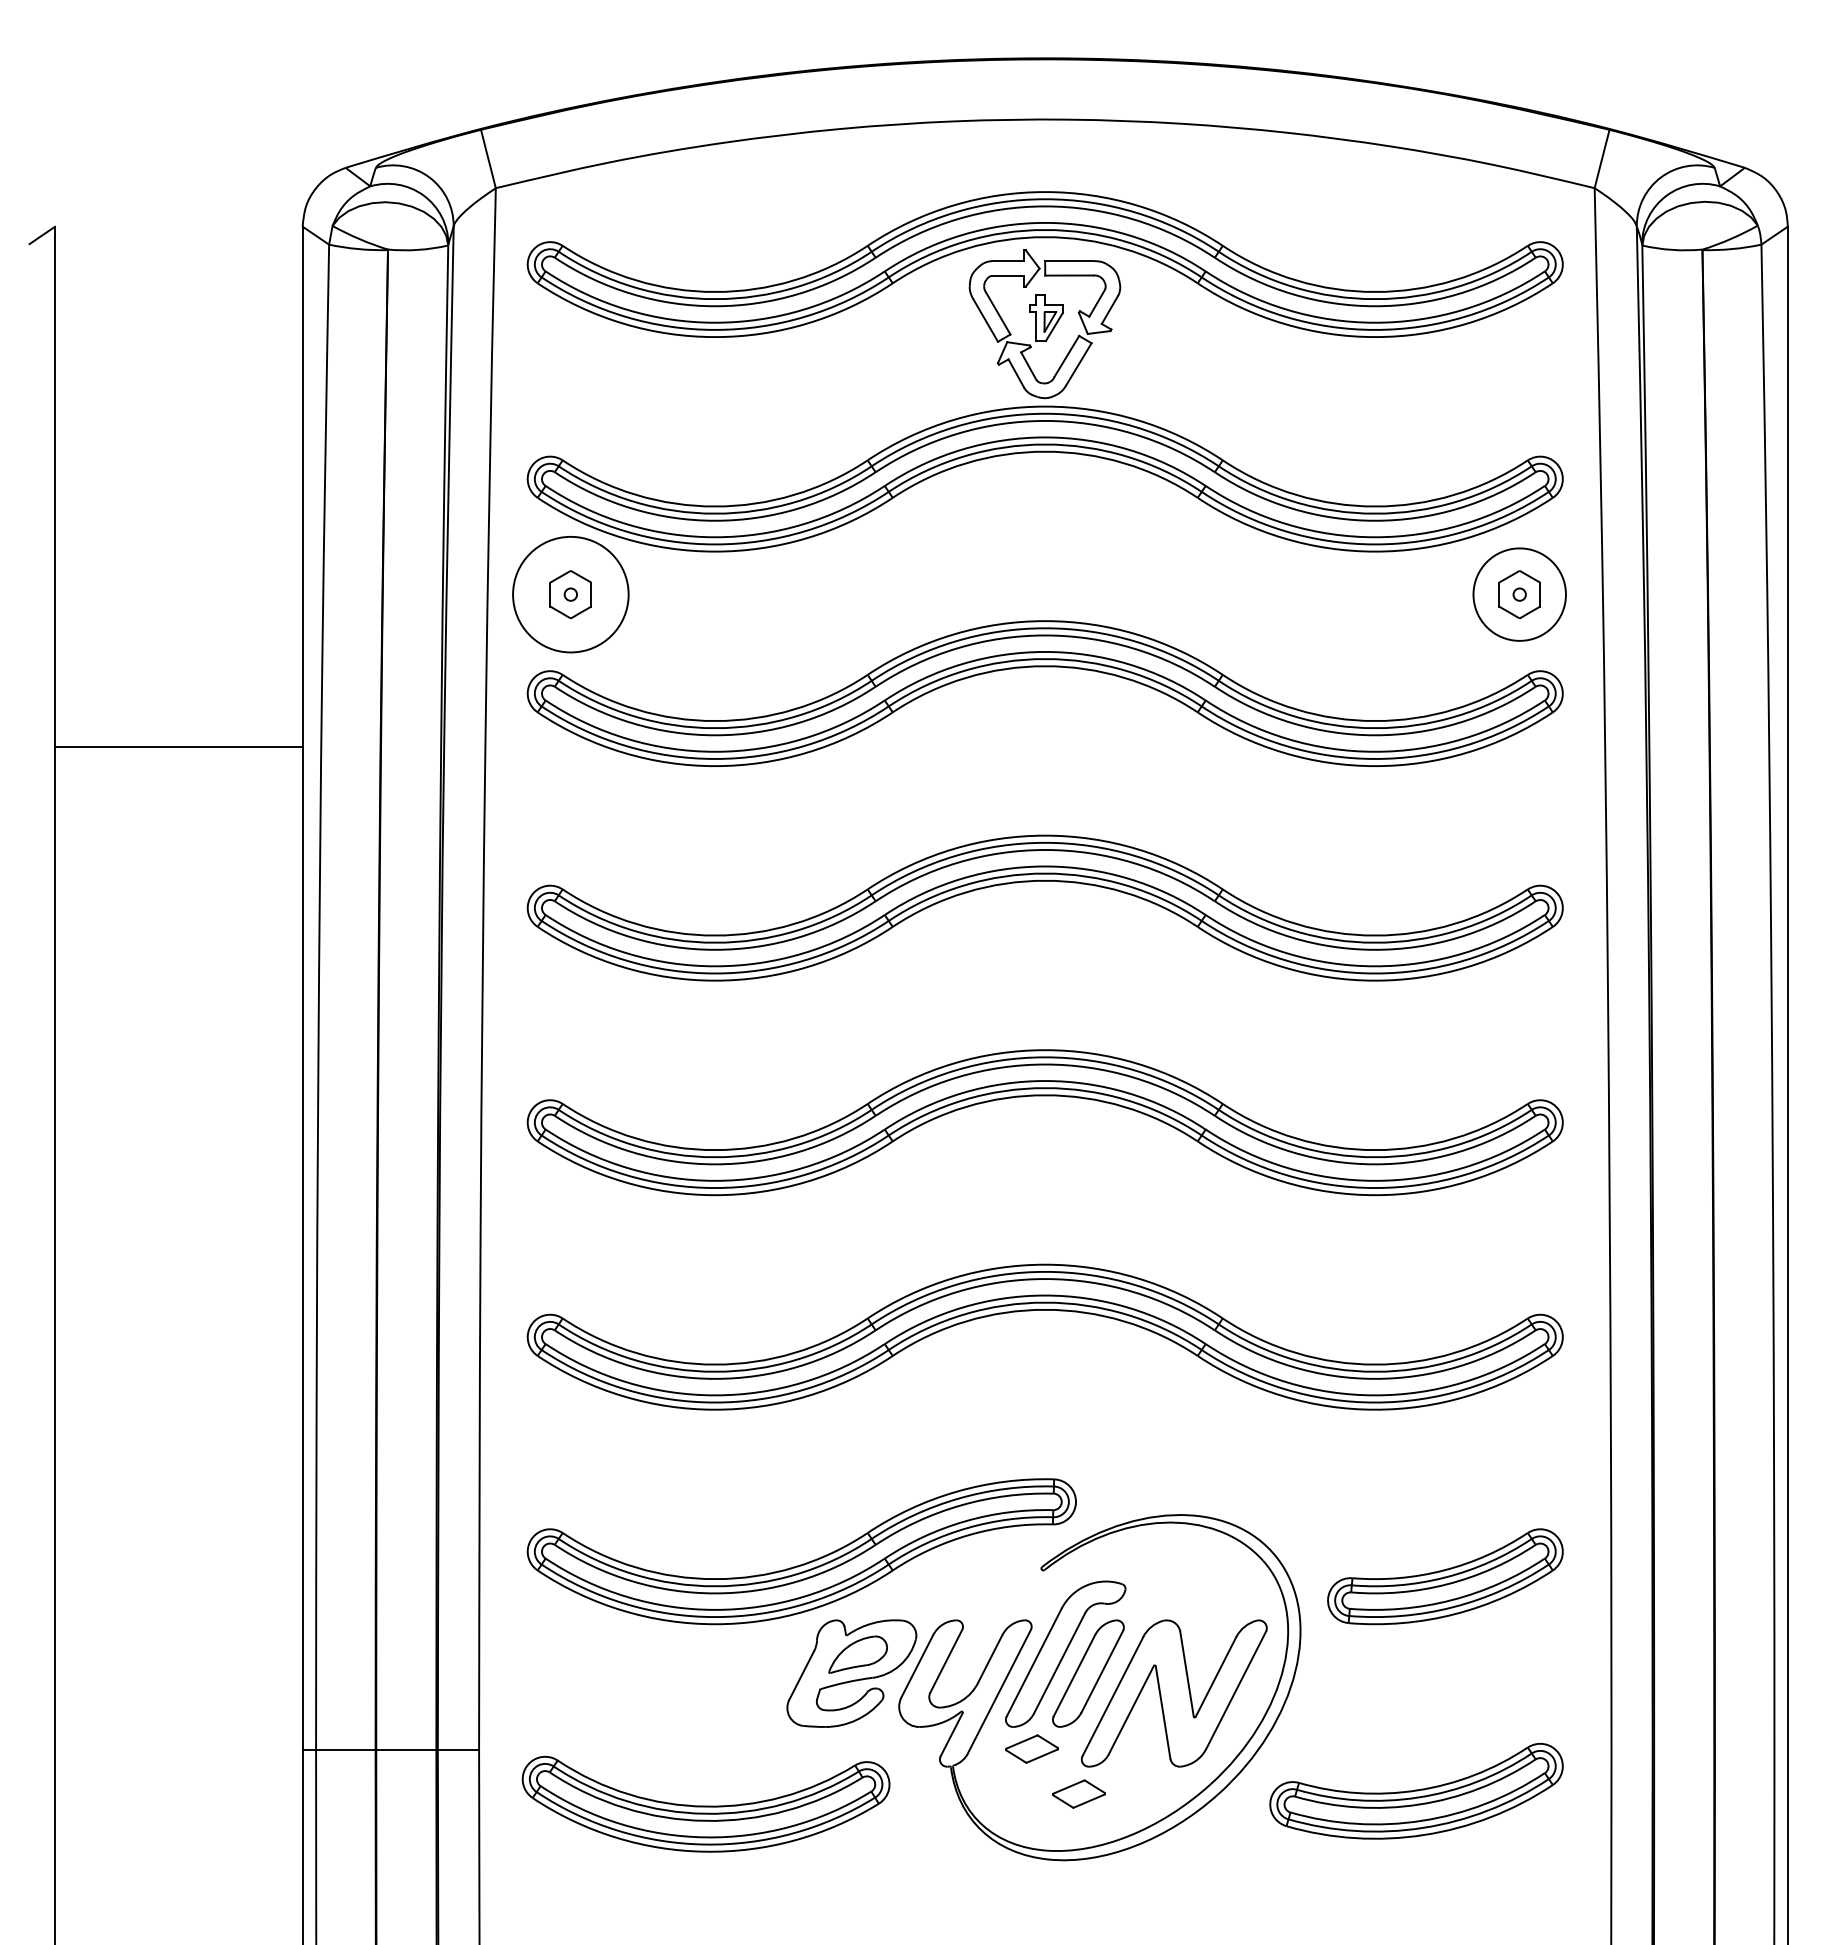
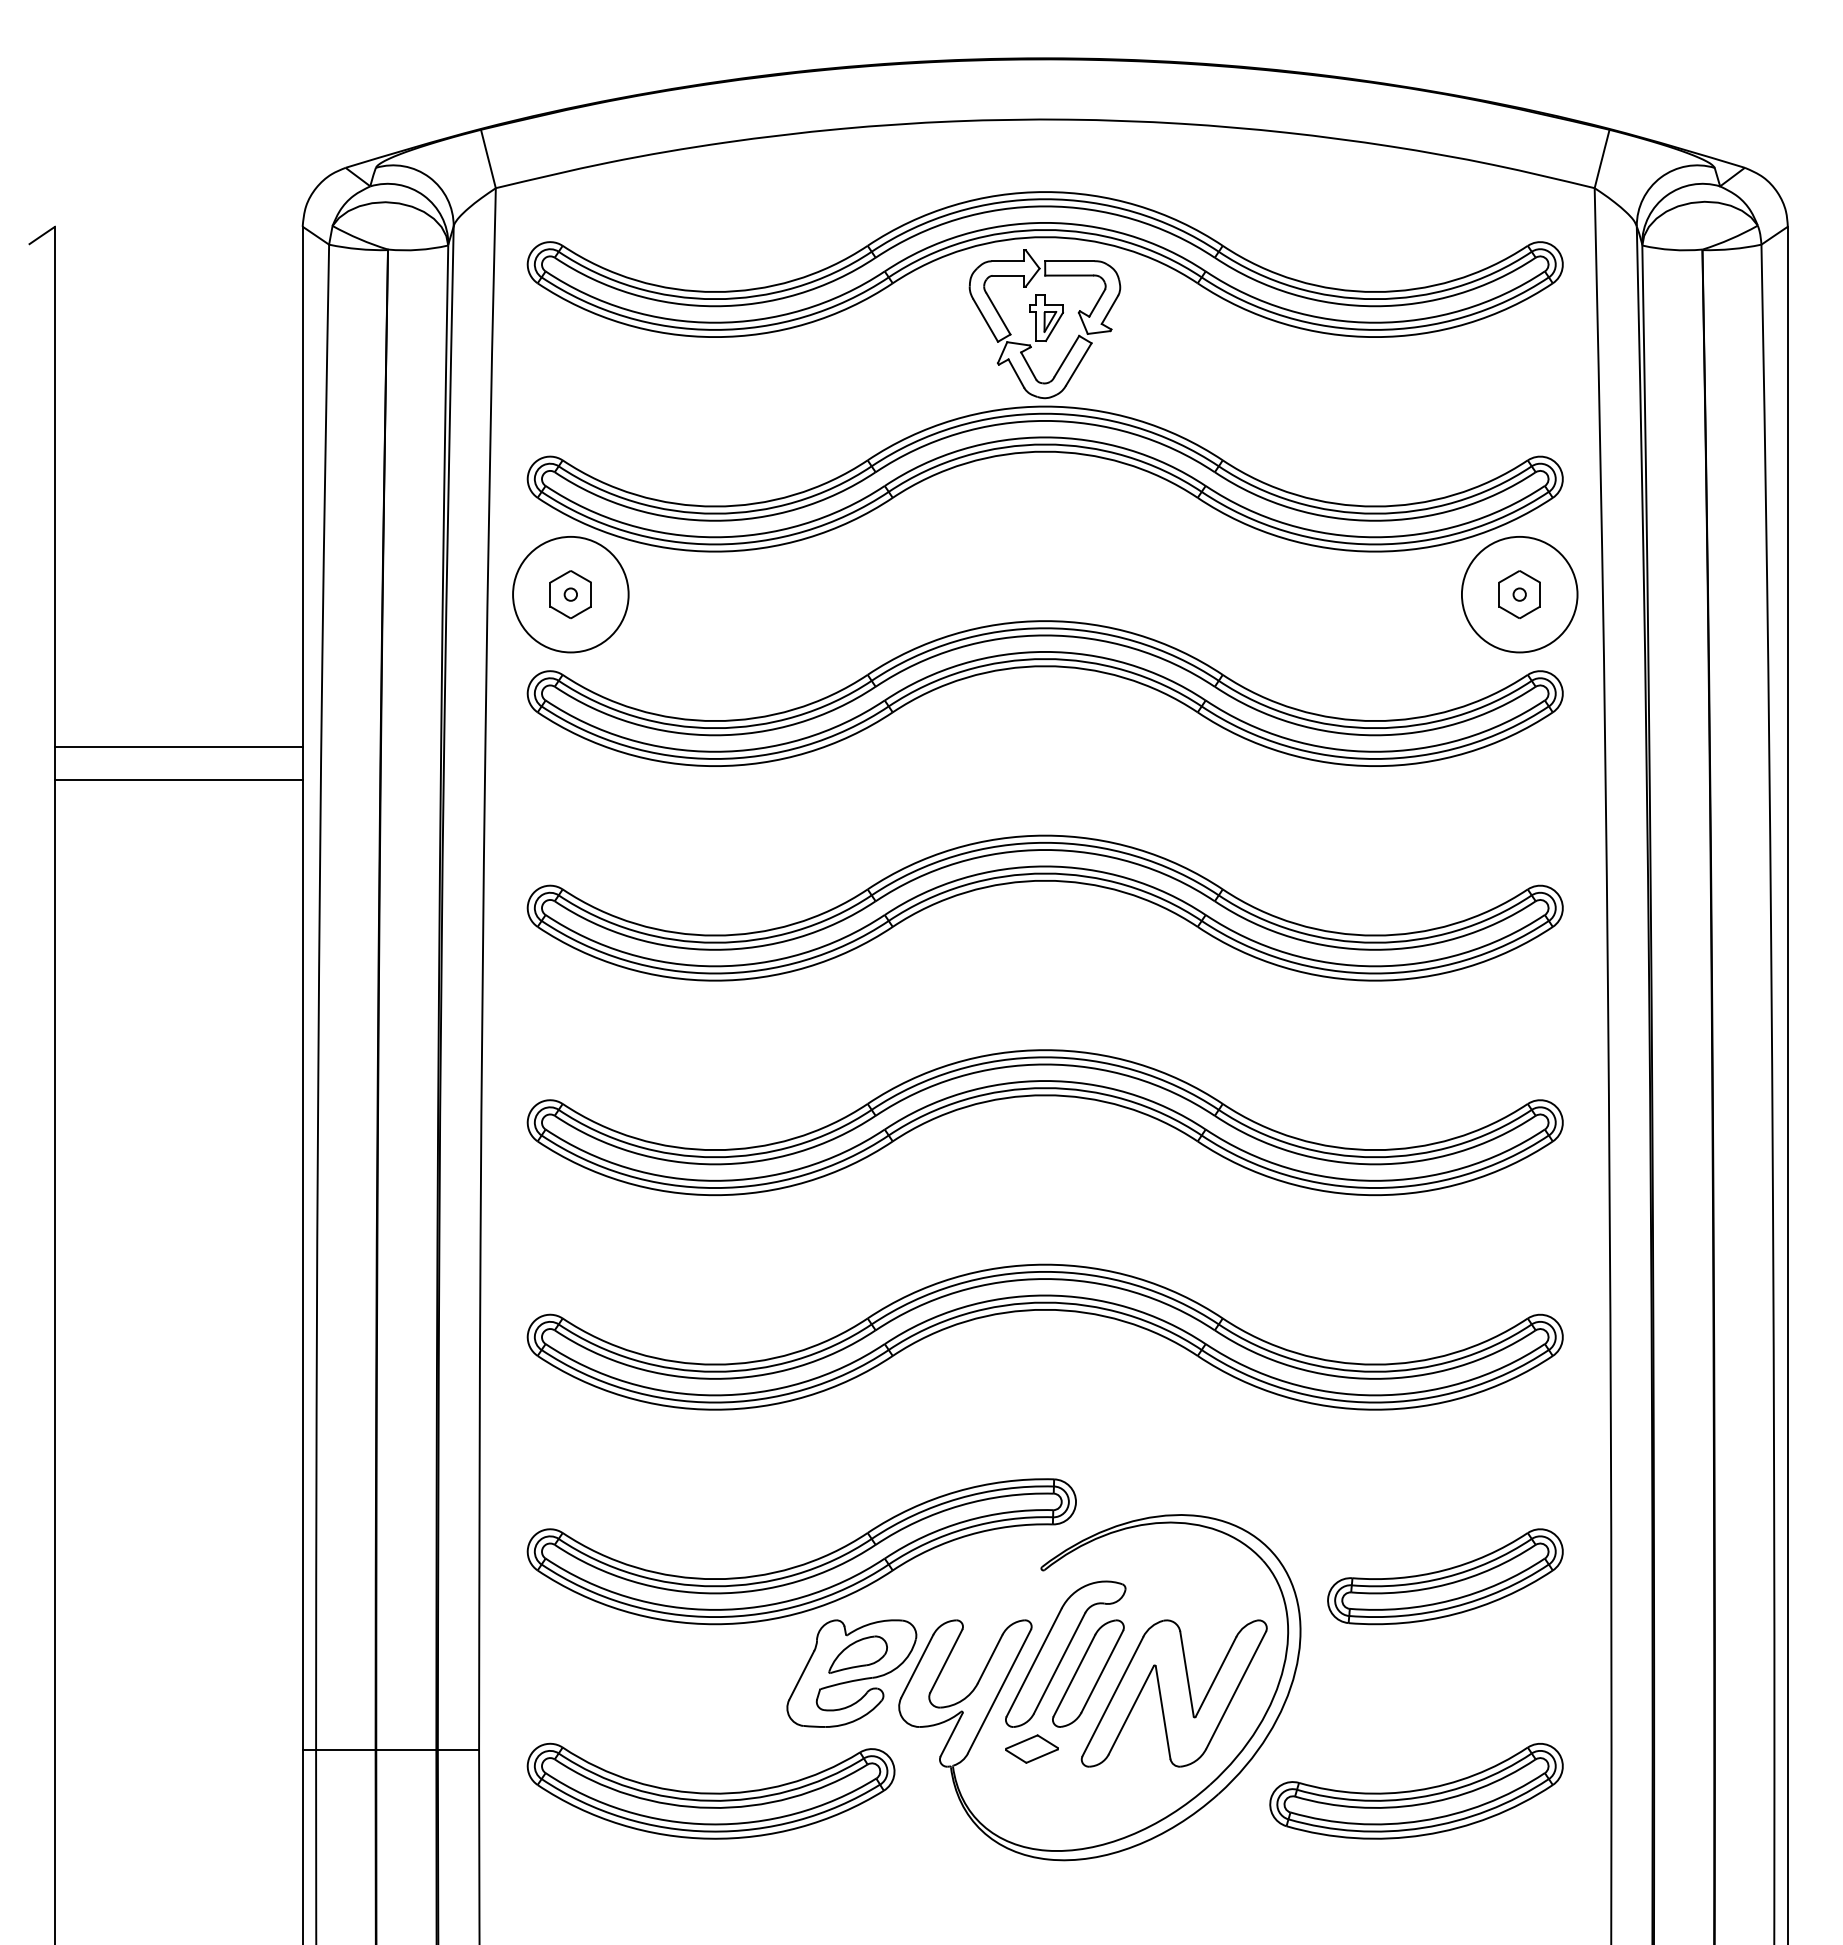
circle at (1519, 594) diameter: 92 px -> 116 px
line at (178, 780): none -> present
part at (1078, 1793): present -> none
part at (705, 1803) position: (705, 1803) -> (710, 1790)
